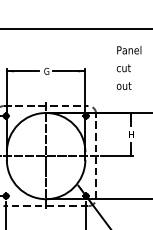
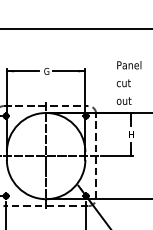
text at (128, 67) position: (128, 67) -> (128, 82)
